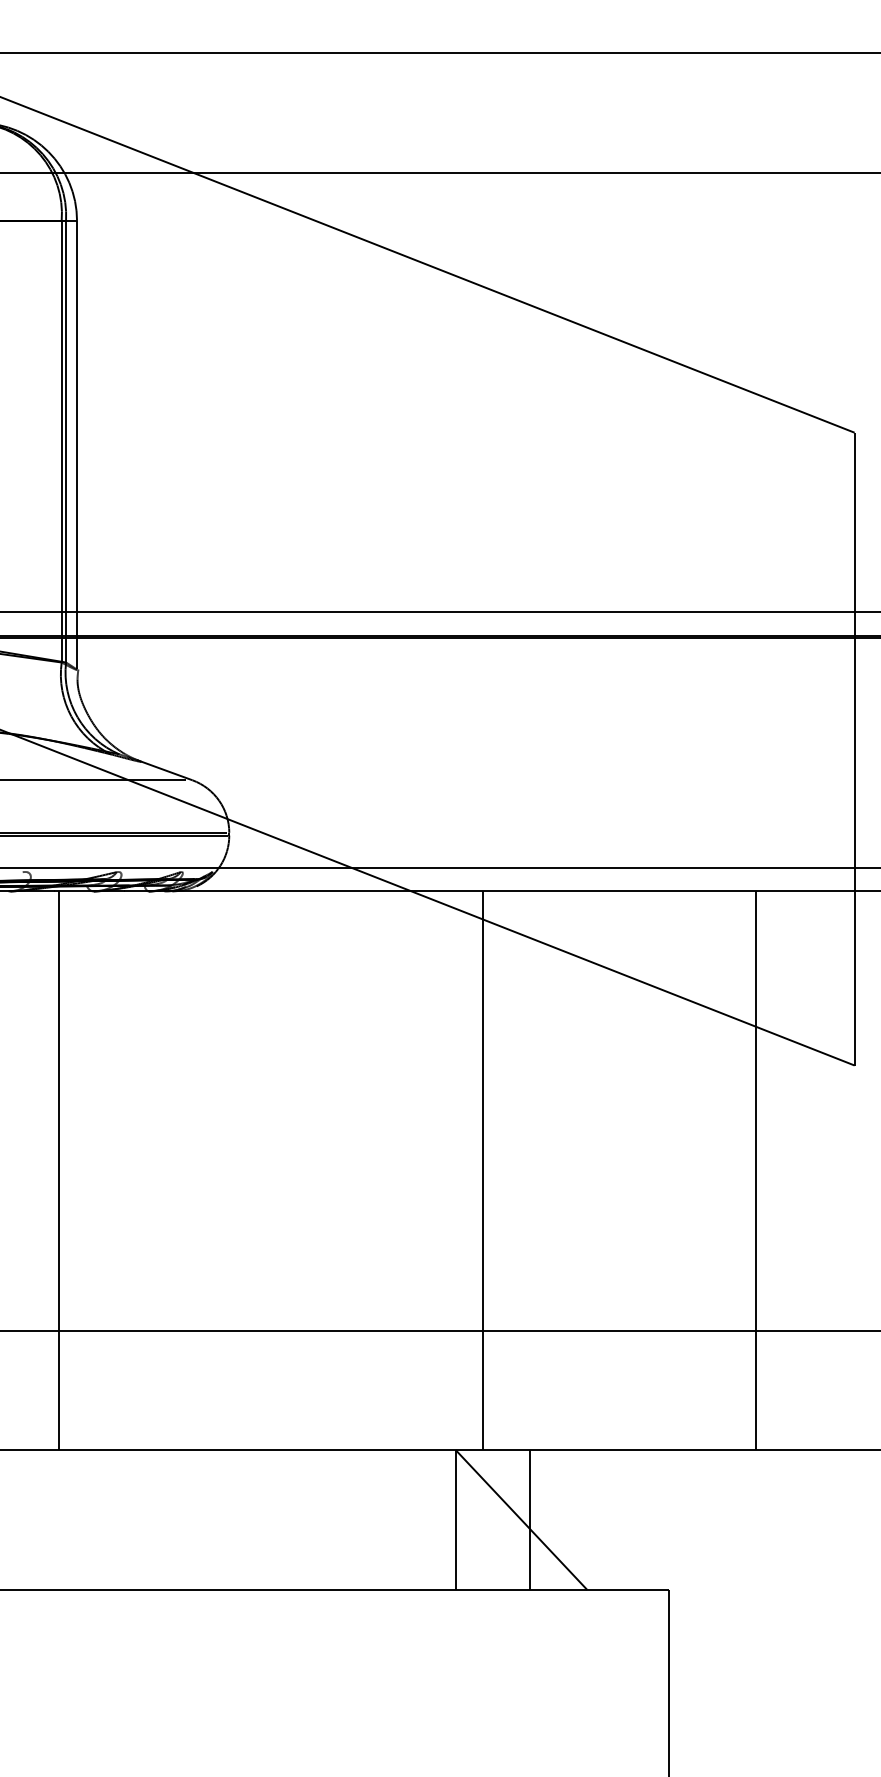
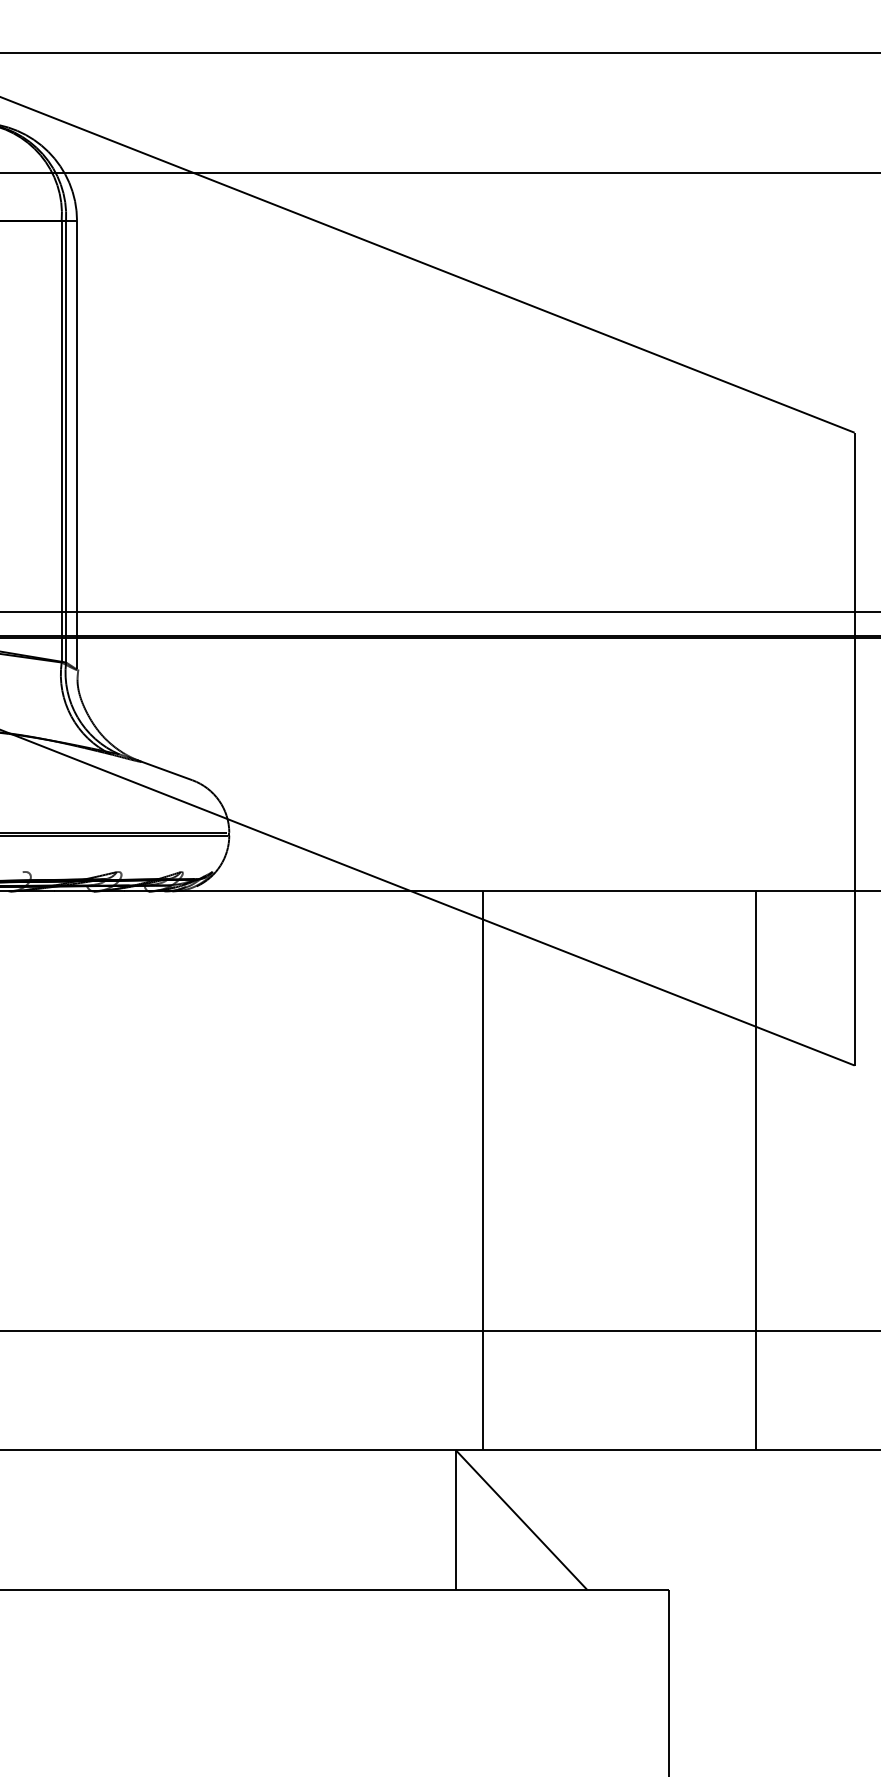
line at (94, 780): present -> none
line at (439, 867): present -> none
line at (58, 1170): present -> none
line at (529, 1519): present -> none
